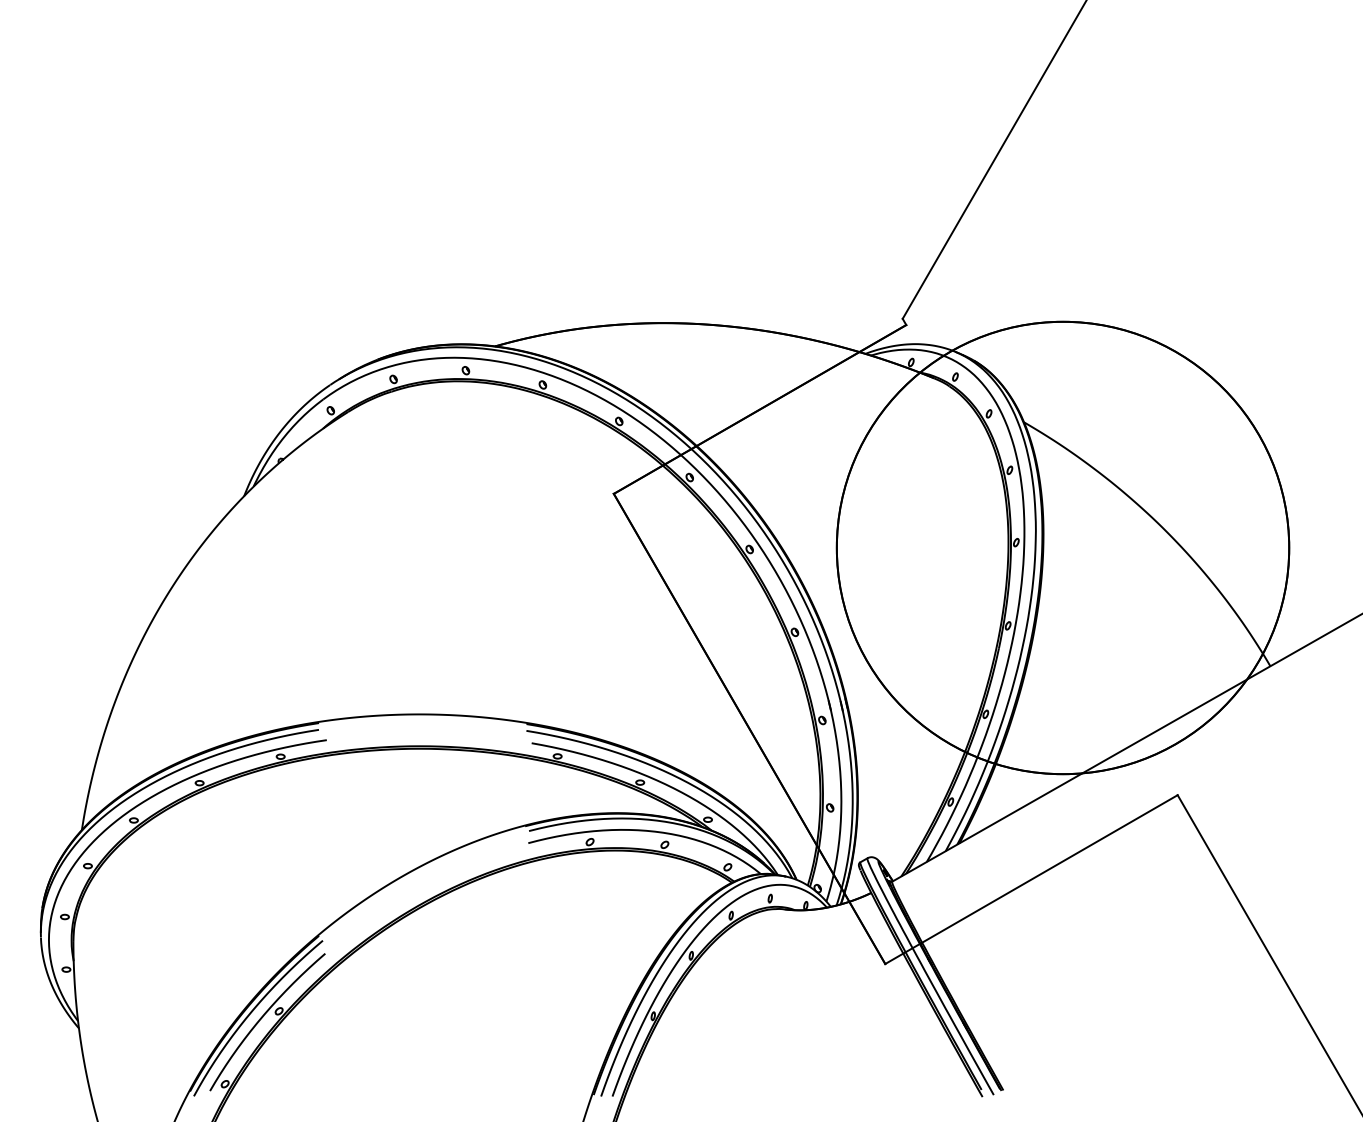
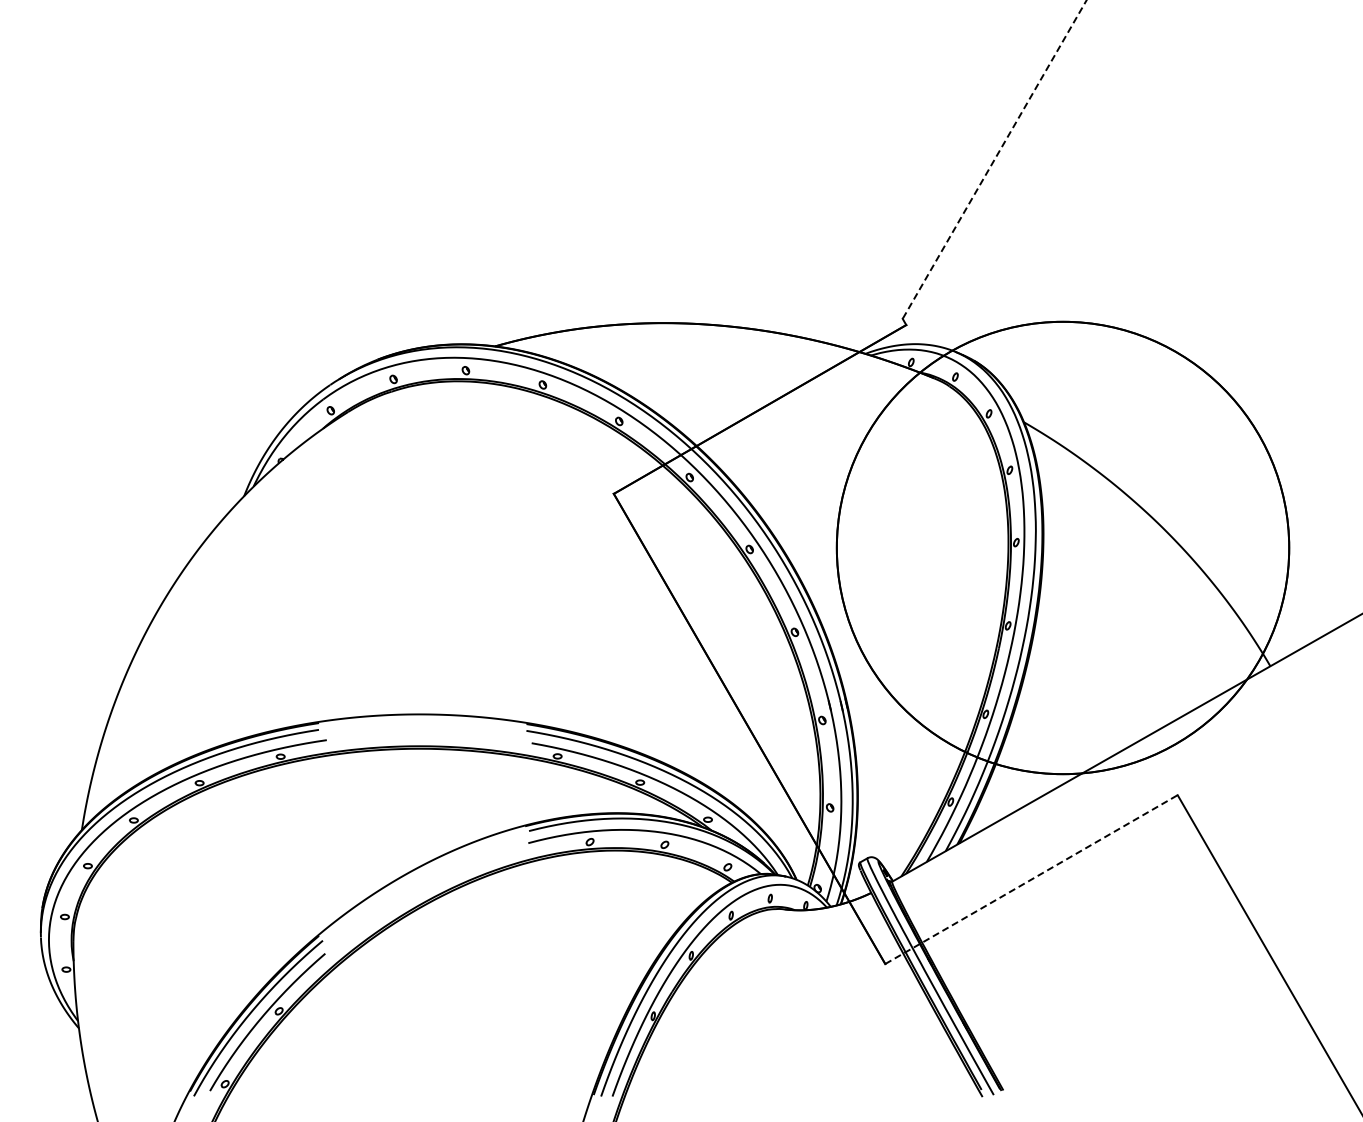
line at (994, 159): solid -> dashed
line at (1031, 879): solid -> dashed
